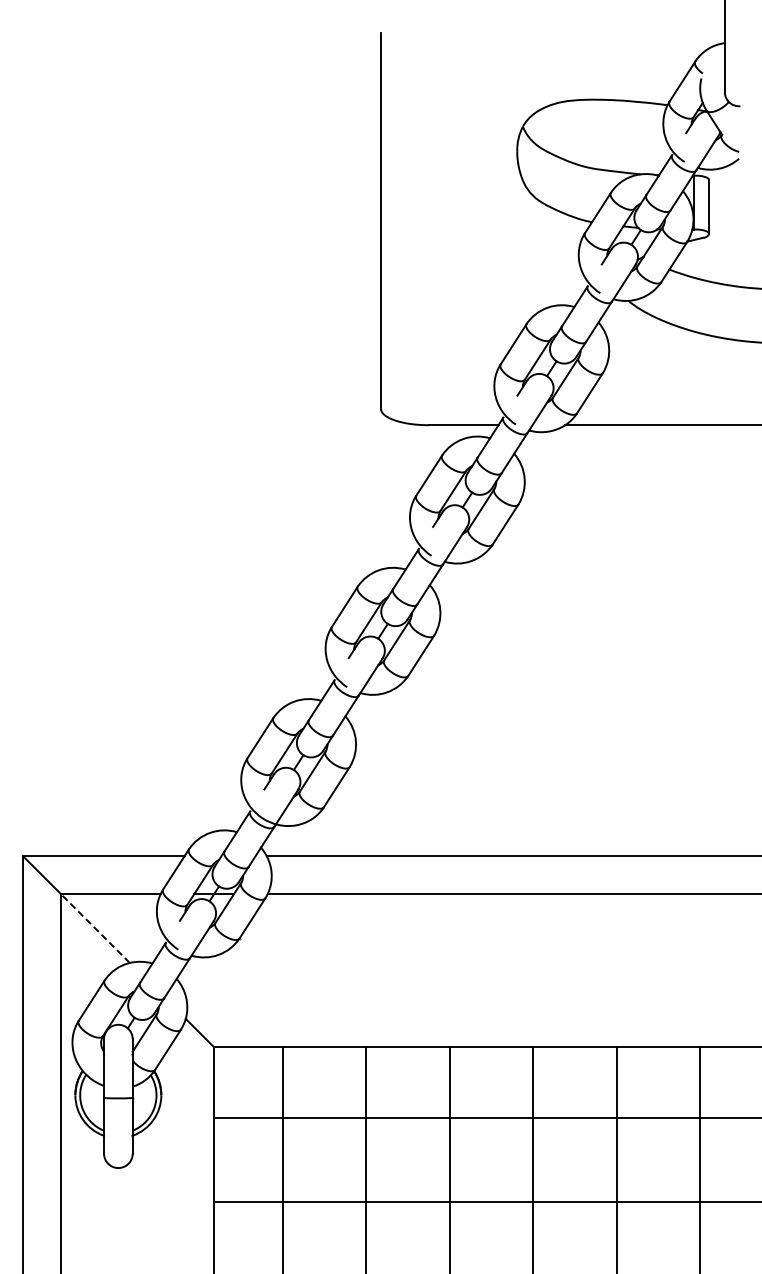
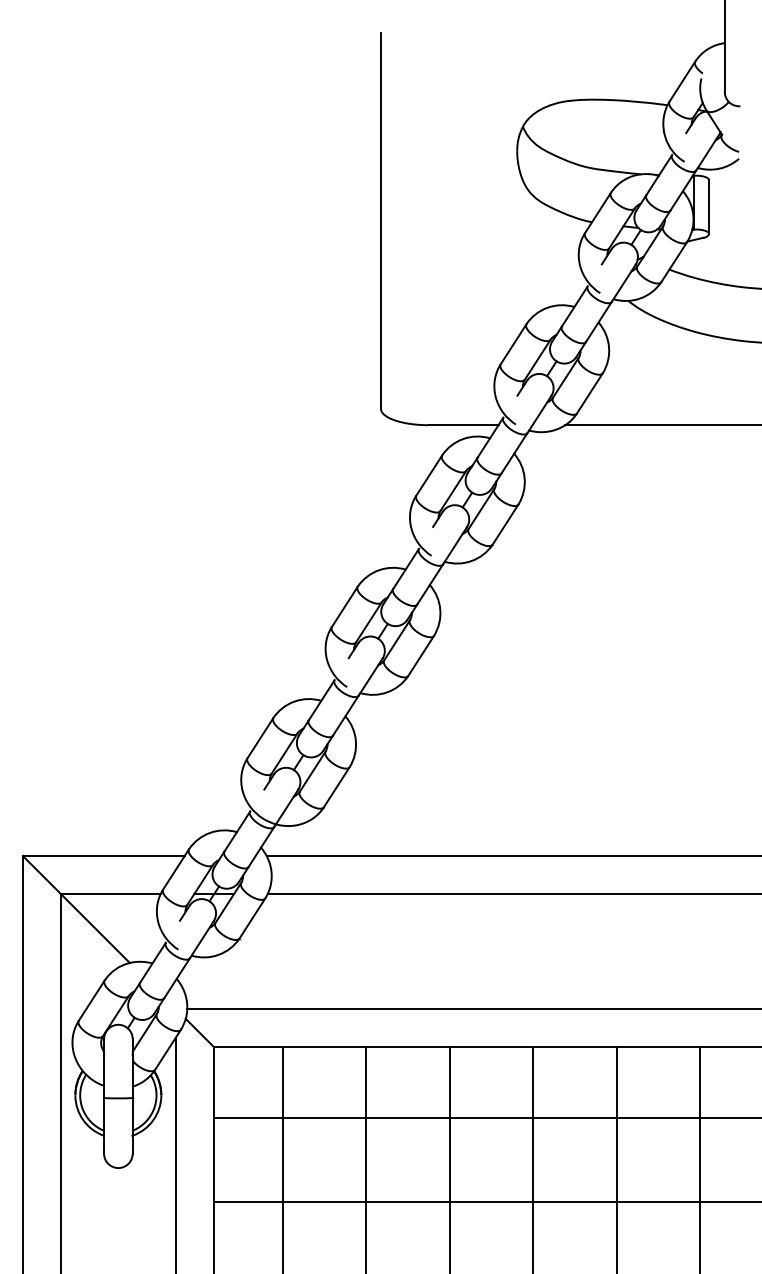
line at (95, 928): dashed -> solid
line at (472, 1008): none -> present
line at (175, 1153): none -> present
